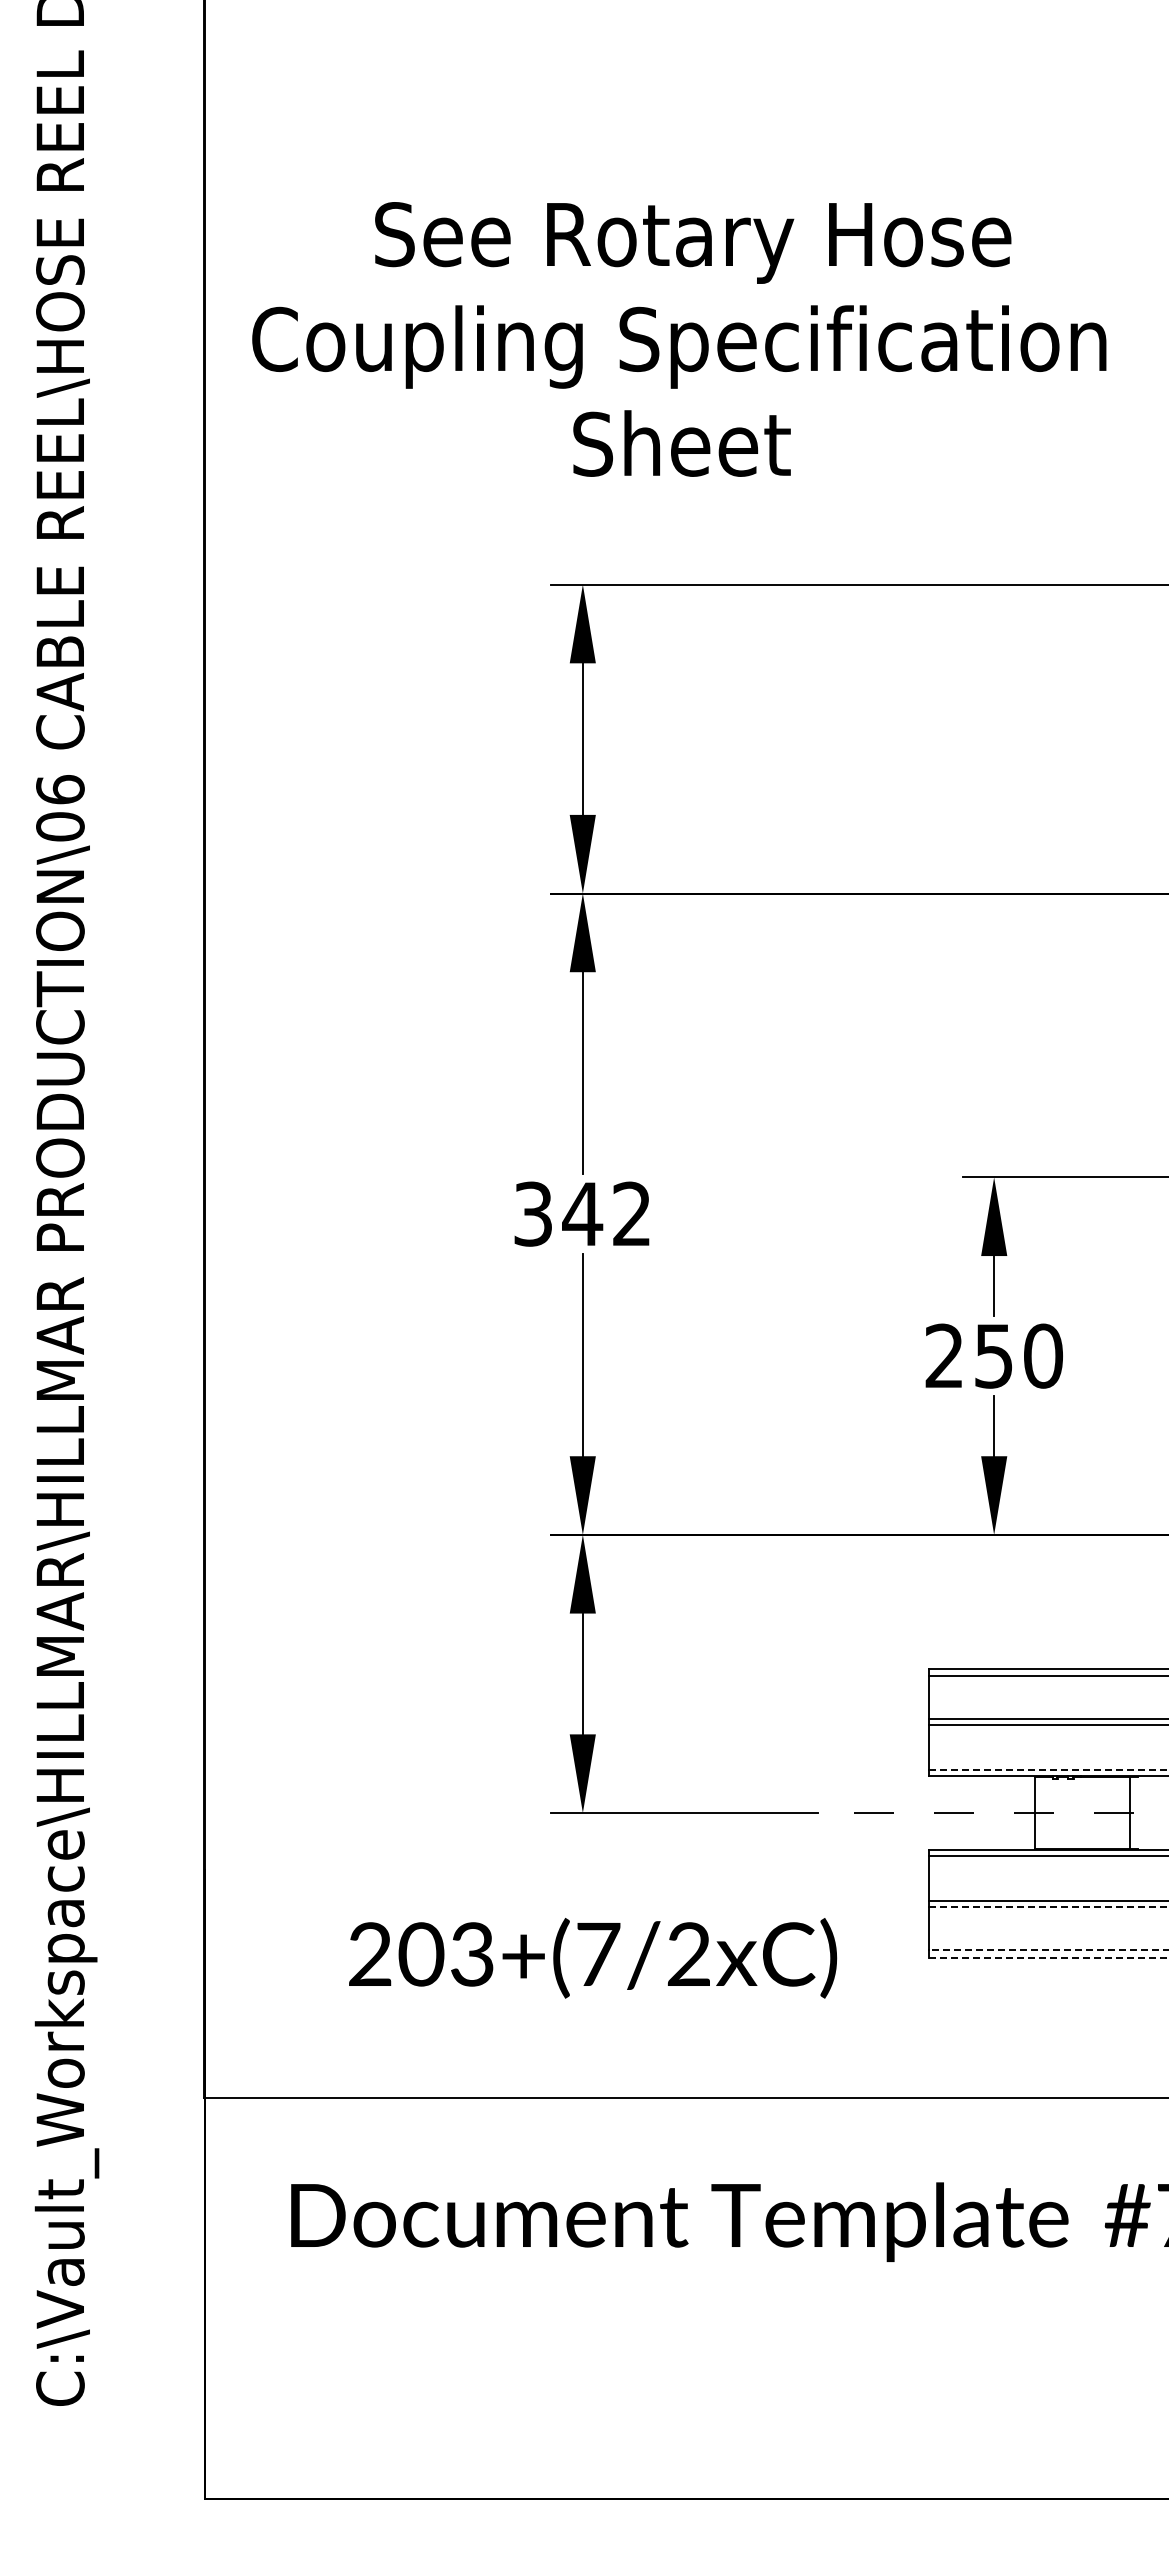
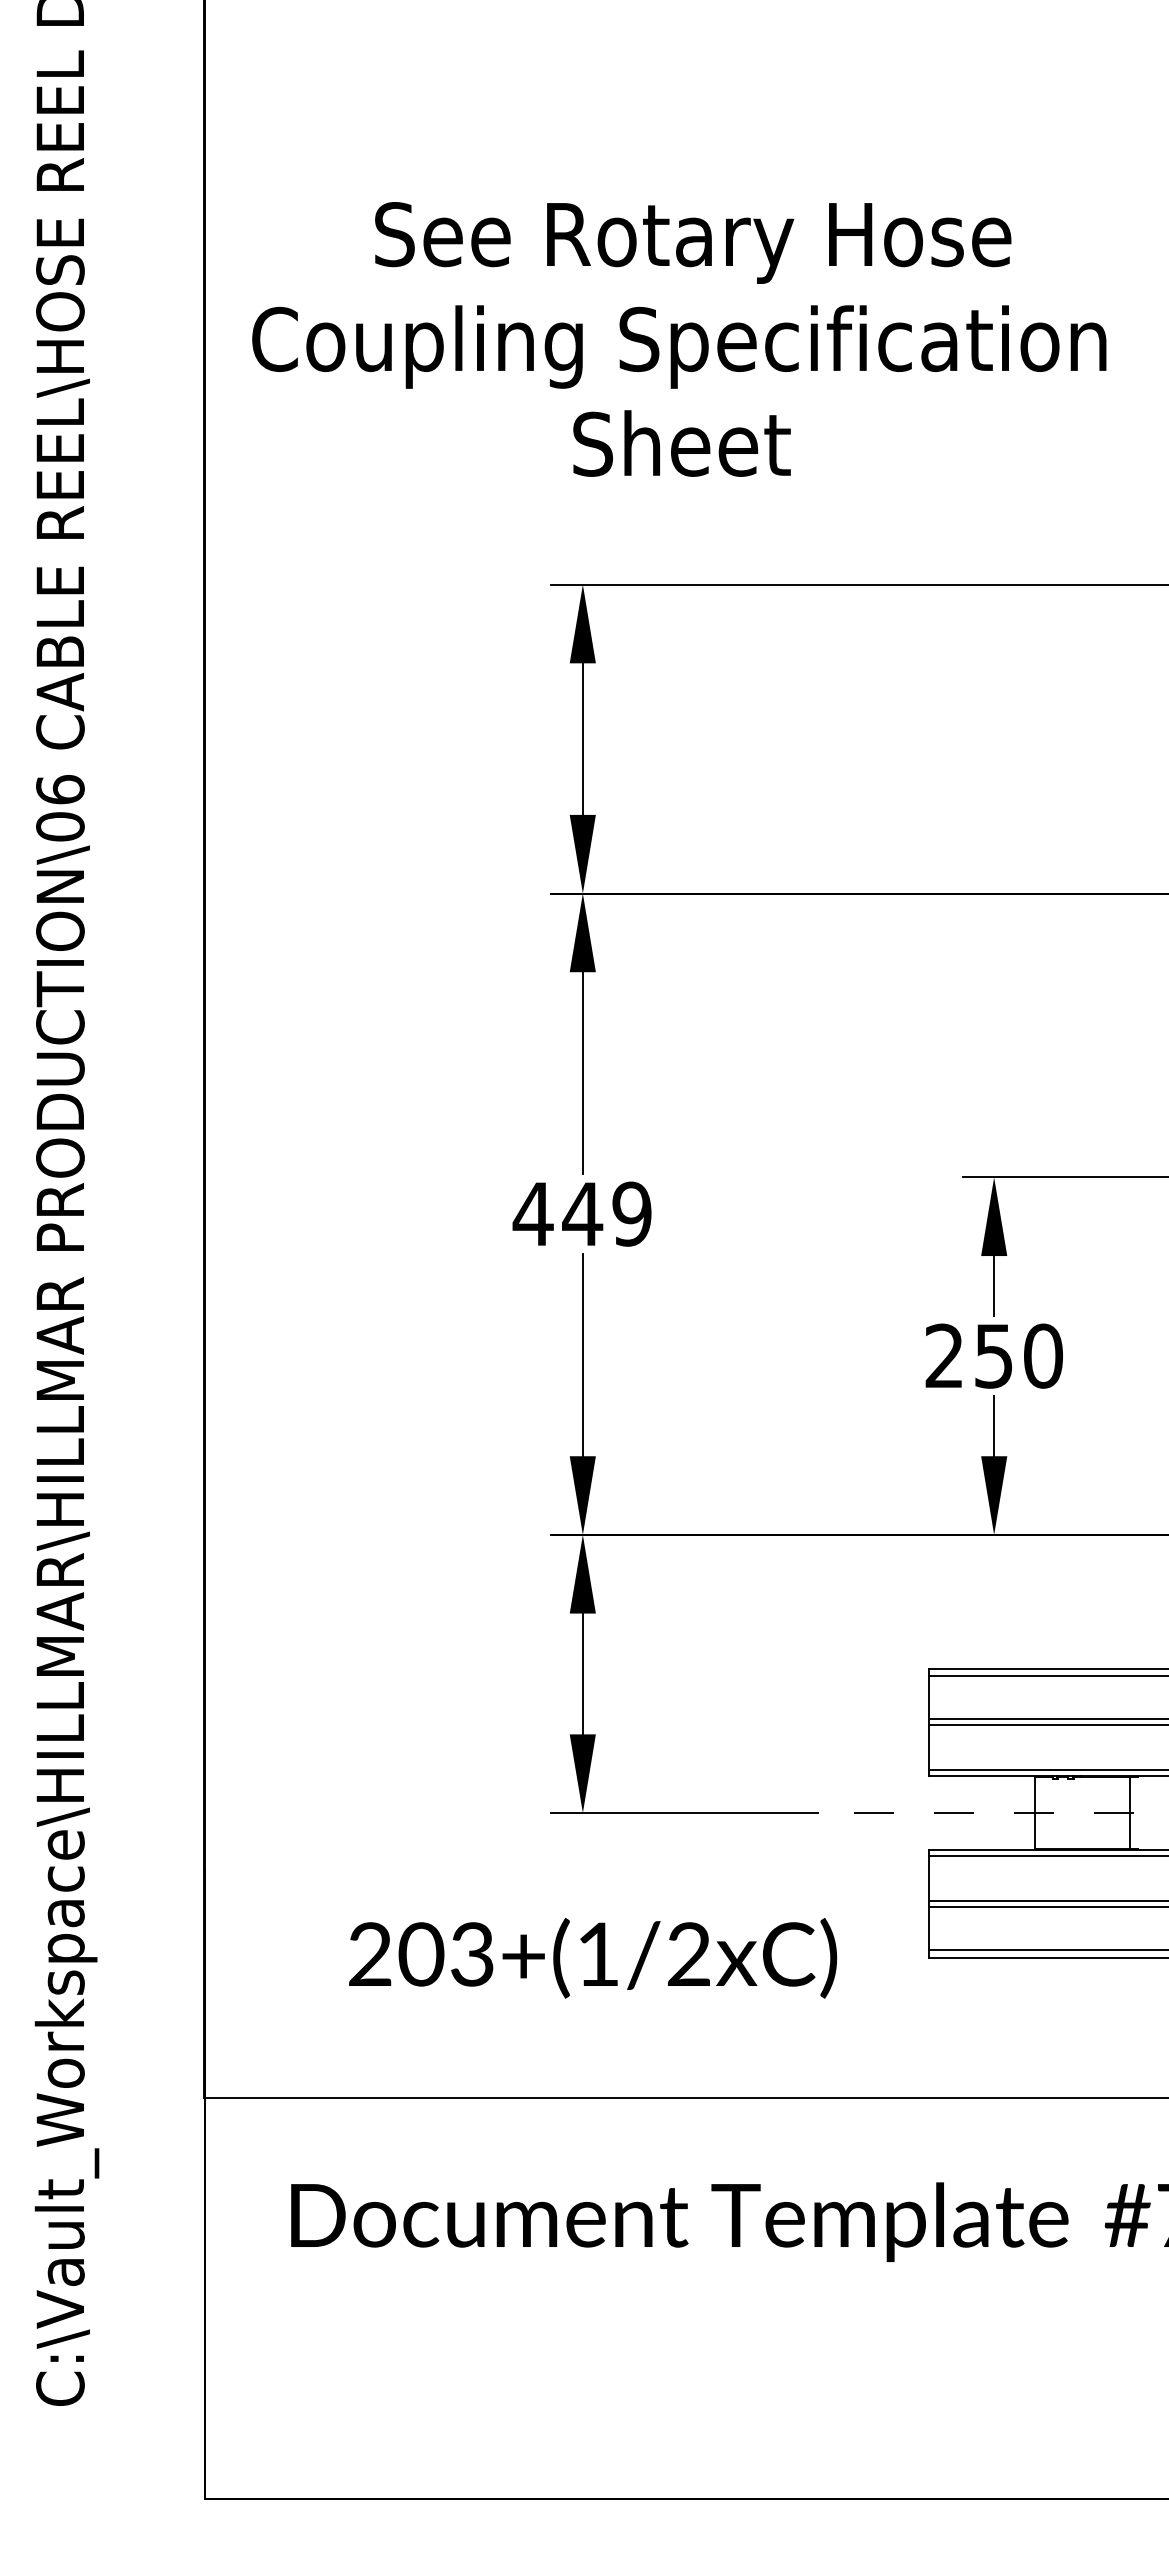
text at (581, 1213): 342 -> 449
line at (1048, 1769): dashed -> solid
line at (1048, 1907): dashed -> solid
line at (1048, 1950): dashed -> solid
text at (598, 1953): 203+(7/2xC) -> 203+(1/2xC)
line at (1048, 1957): dashed -> solid
